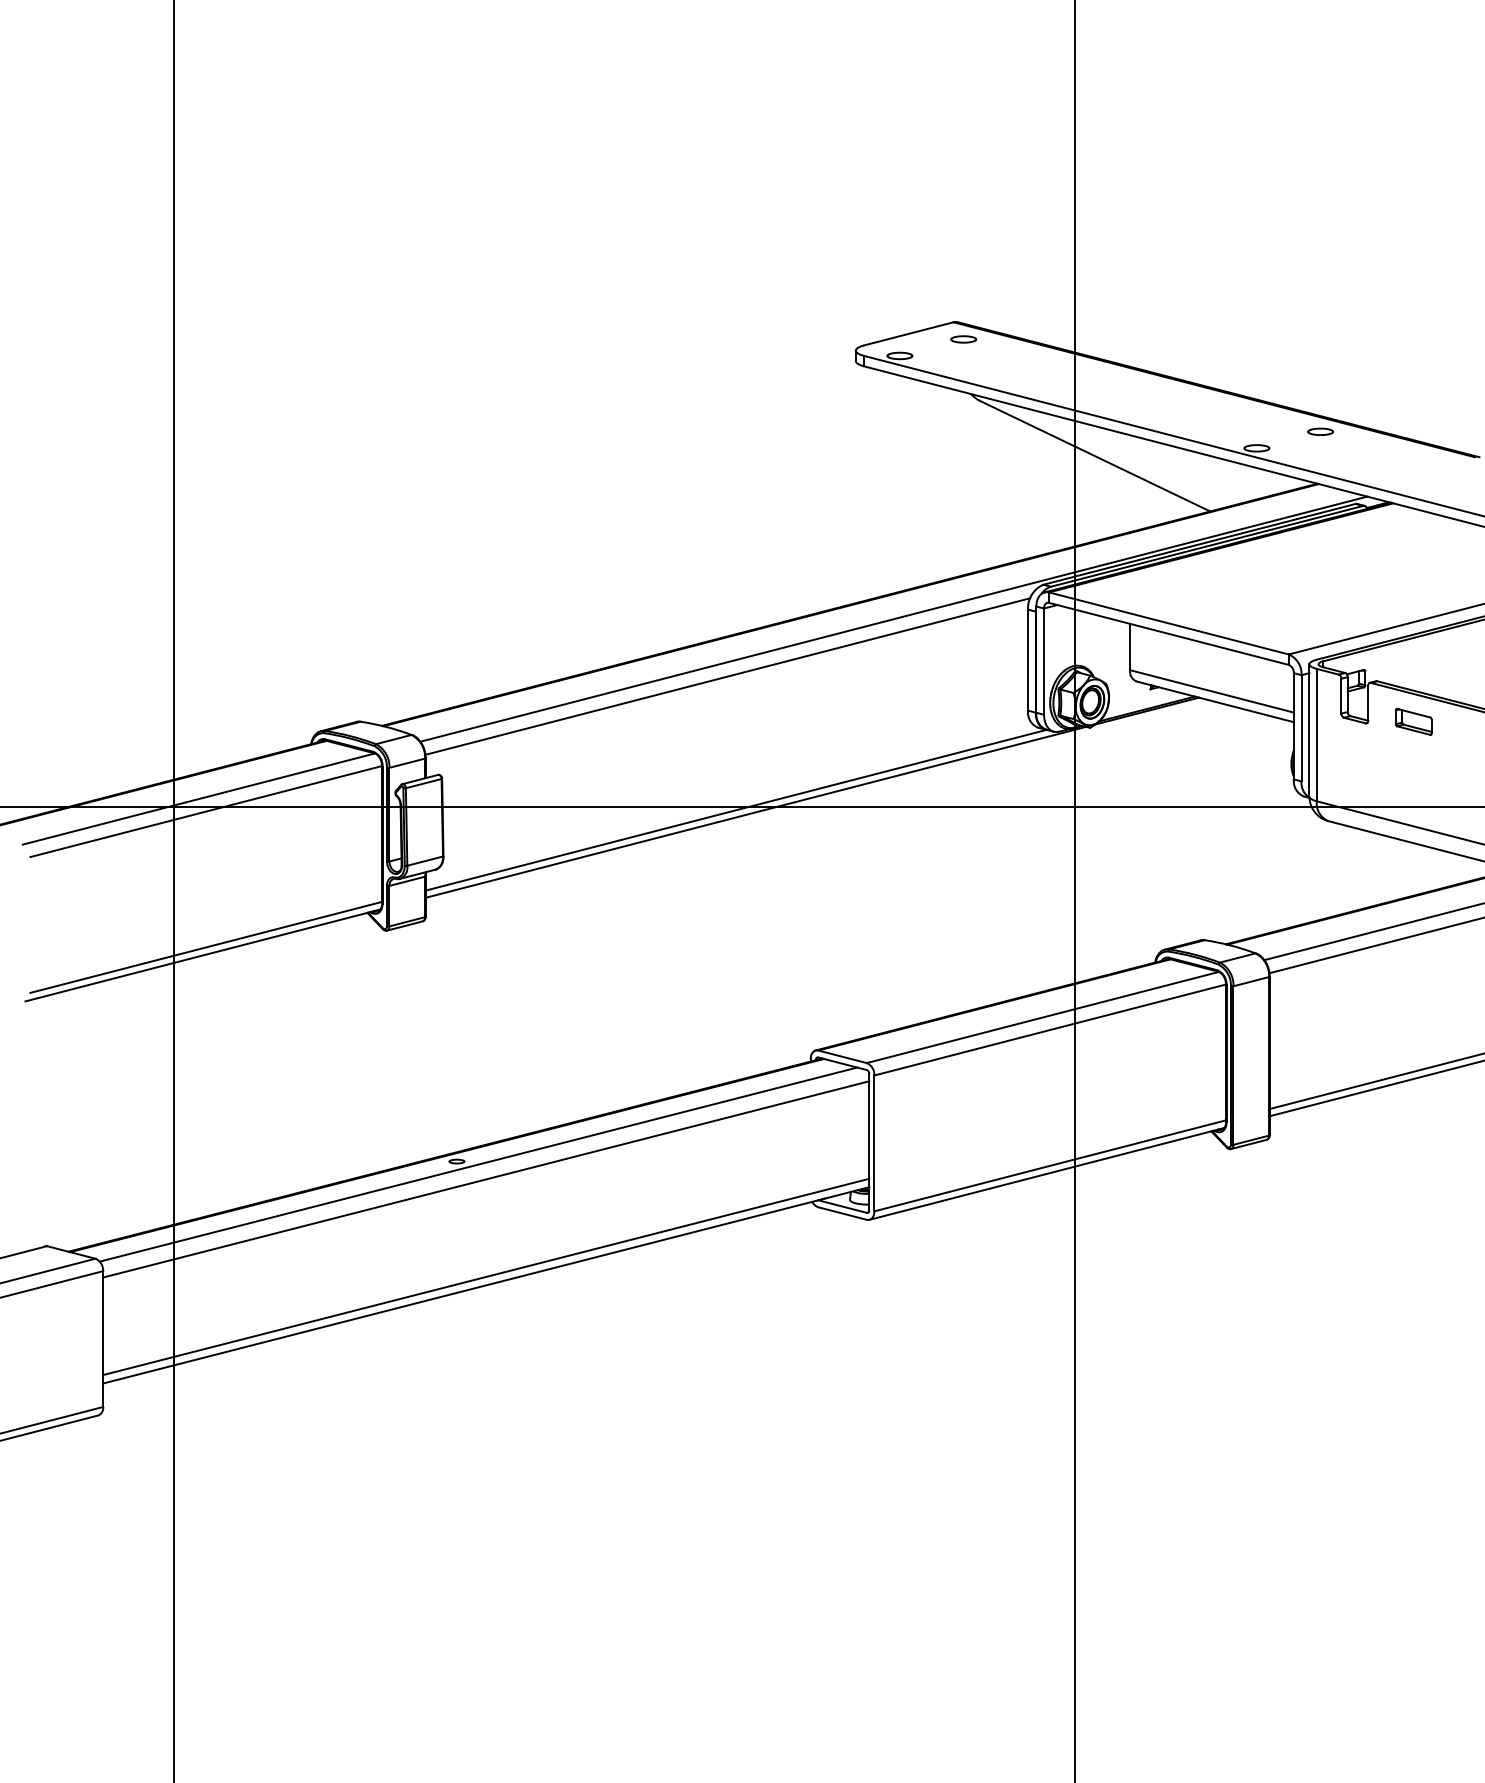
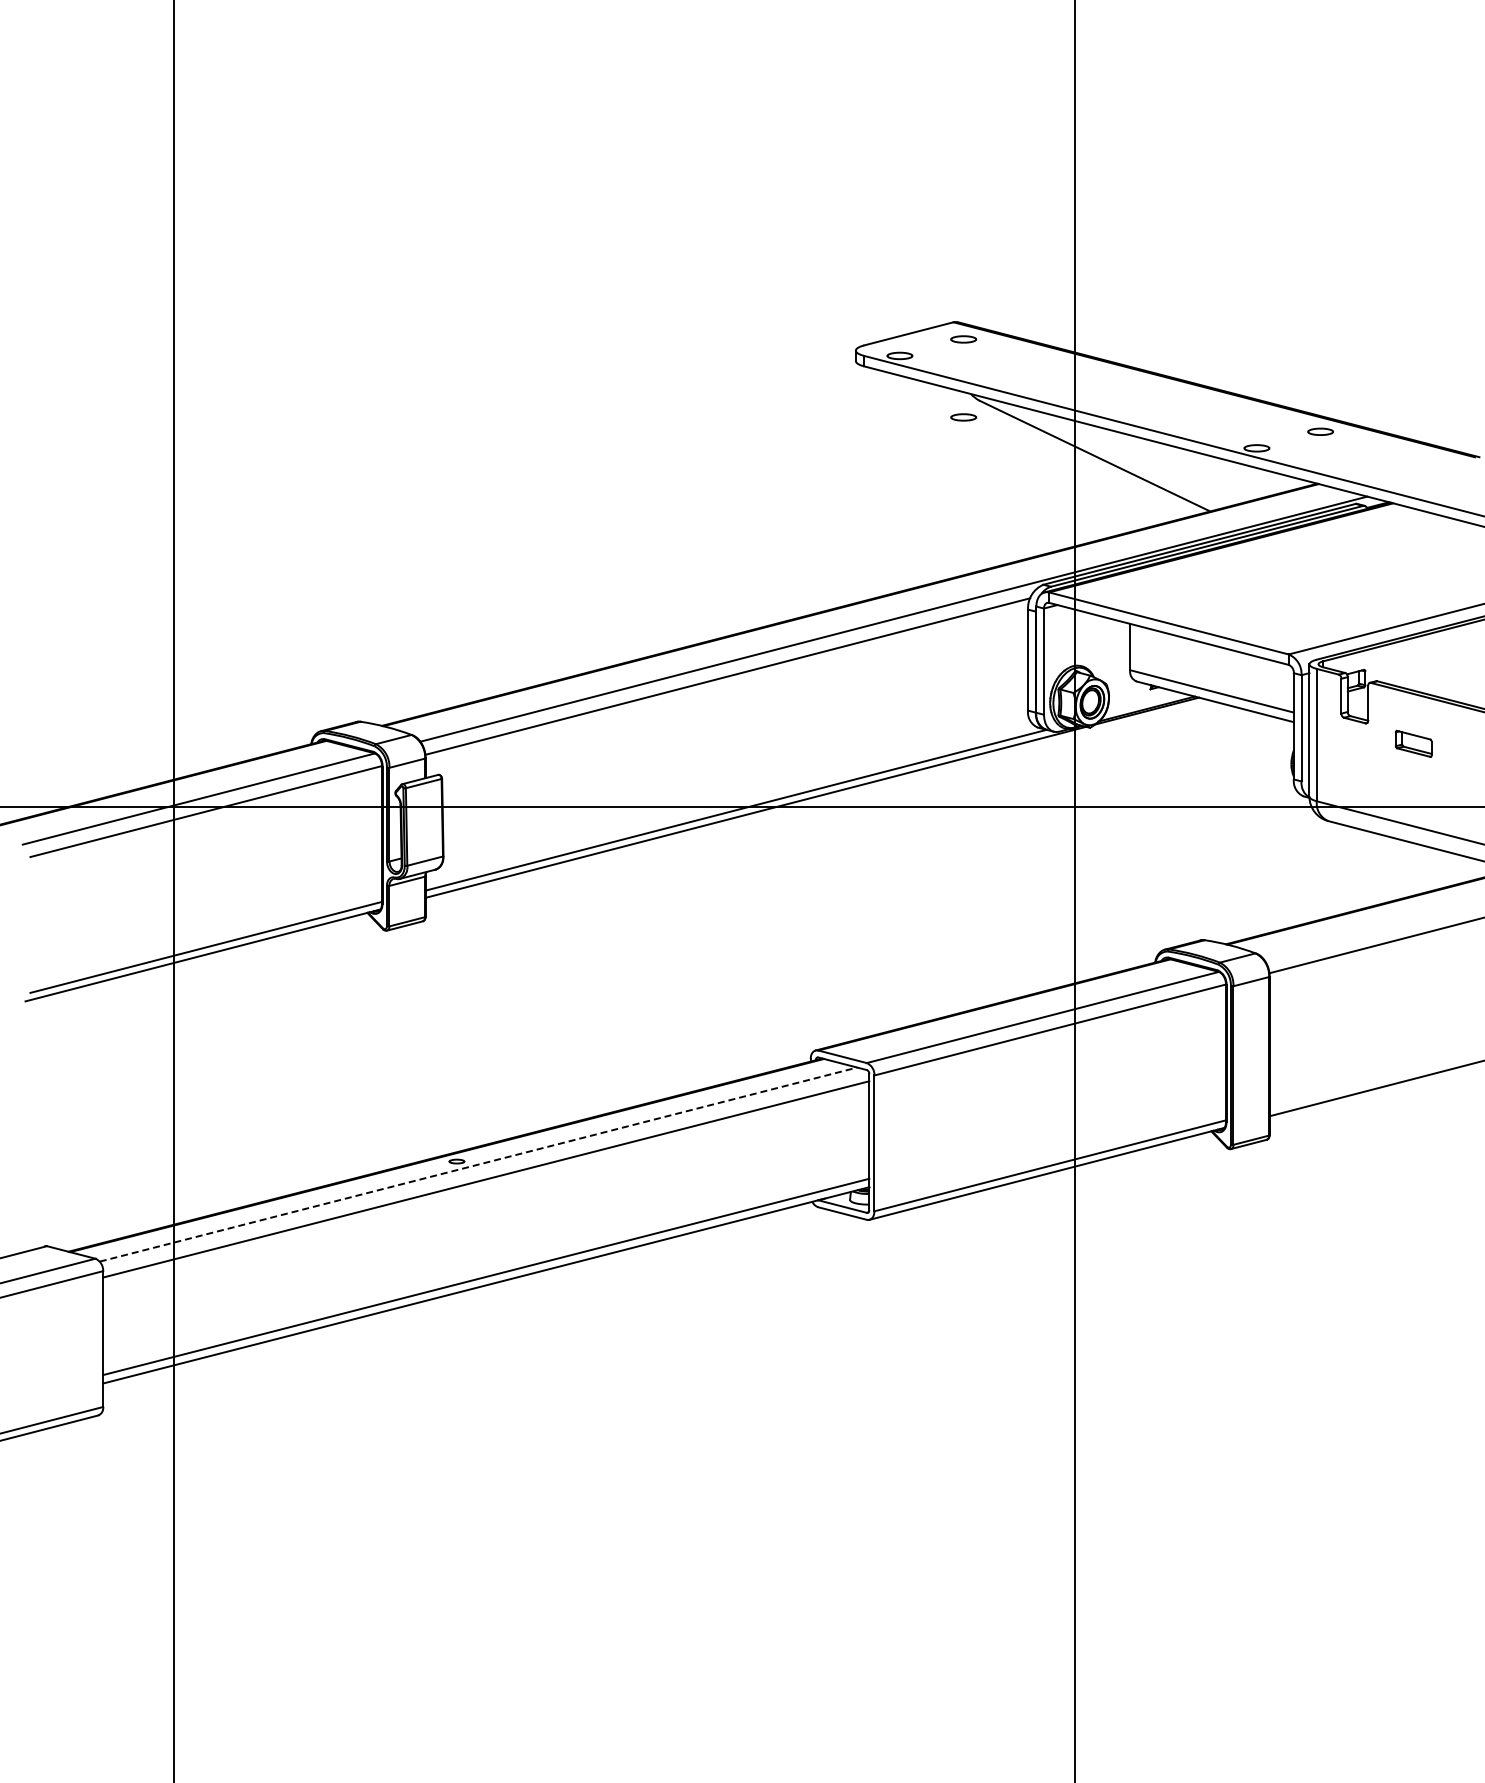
part at (963, 417): none -> present
part at (1413, 721) position: (1413, 721) -> (1413, 743)
line at (1372, 932): present -> none
line at (1375, 1081): present -> none
line at (478, 1164): solid -> dashed
